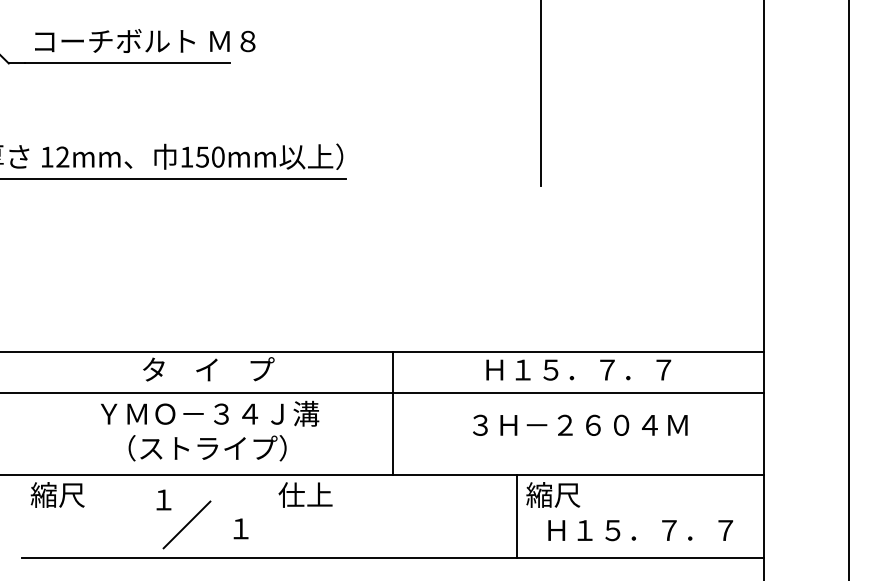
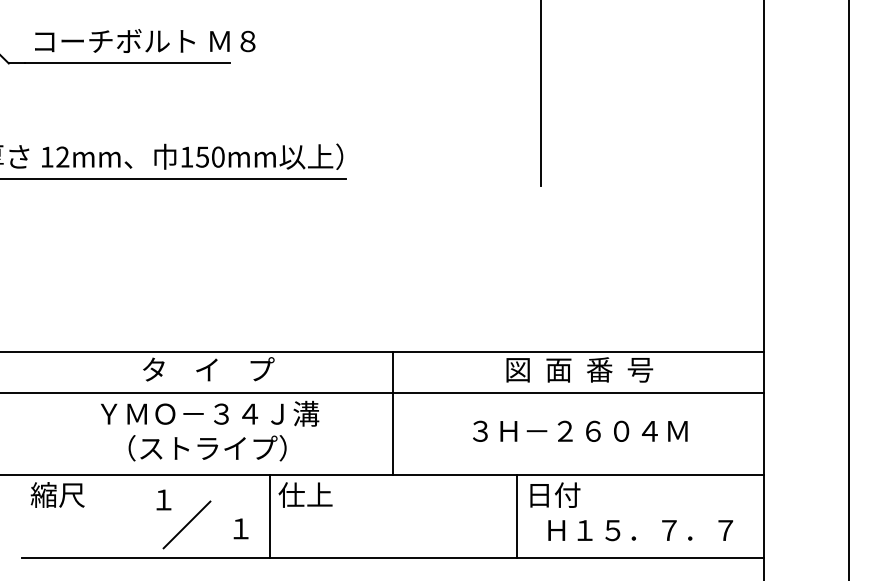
text at (578, 369): Ｈ１５．７．７ -> 図  面  番  号
text at (580, 424) position: (580, 424) -> (580, 430)
text at (553, 494): 縮尺 -> 日付
line at (269, 516): none -> present
